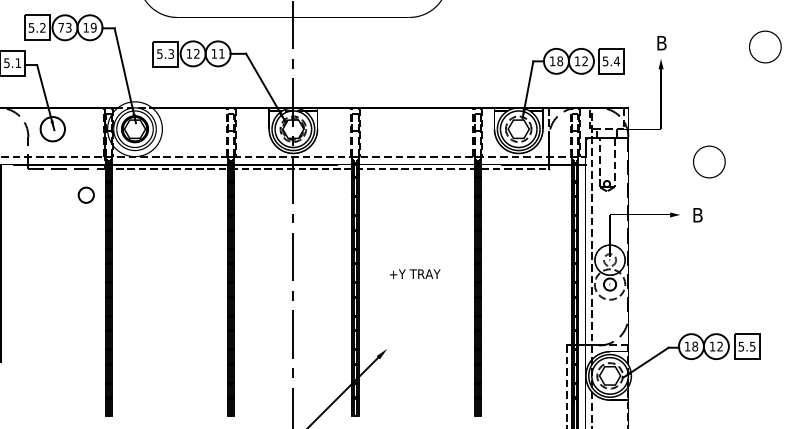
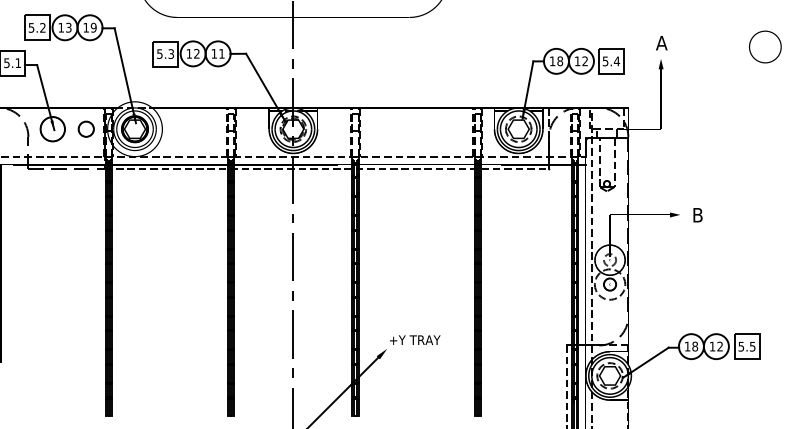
text at (60, 27): 73 -> 13
text at (661, 43): B -> A
part at (709, 161): present -> none
circle at (85, 194) position: (85, 194) -> (85, 128)
text at (415, 273) position: (415, 273) -> (415, 339)
